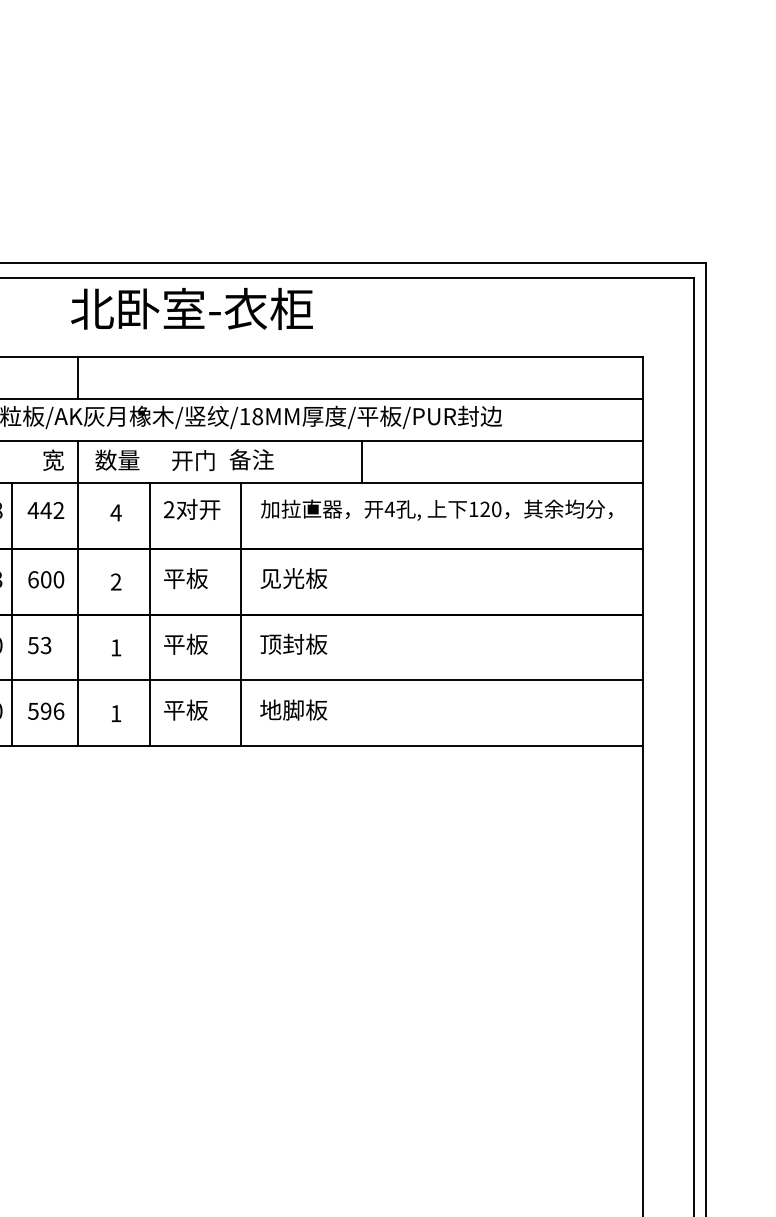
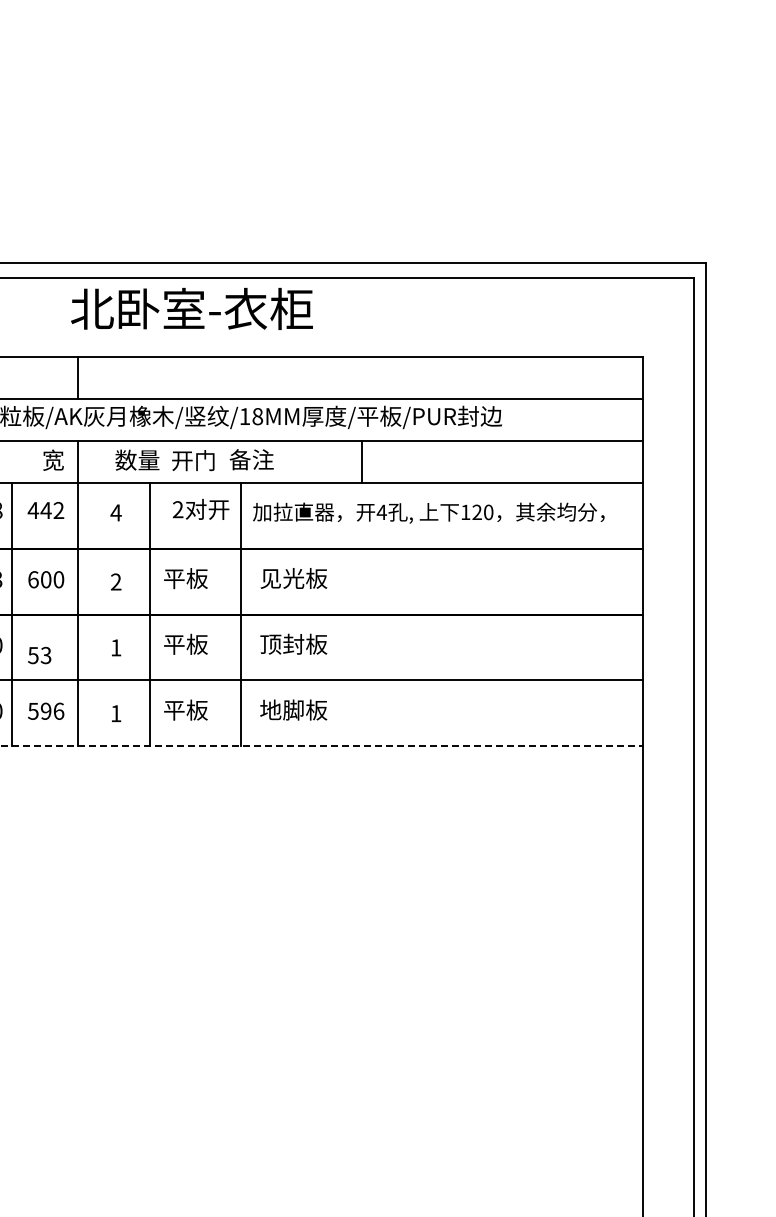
text at (117, 459) position: (117, 459) -> (137, 459)
text at (191, 509) position: (191, 509) -> (200, 509)
text at (436, 509) position: (436, 509) -> (428, 512)
text at (39, 645) position: (39, 645) -> (39, 655)
line at (322, 746): solid -> dashed
